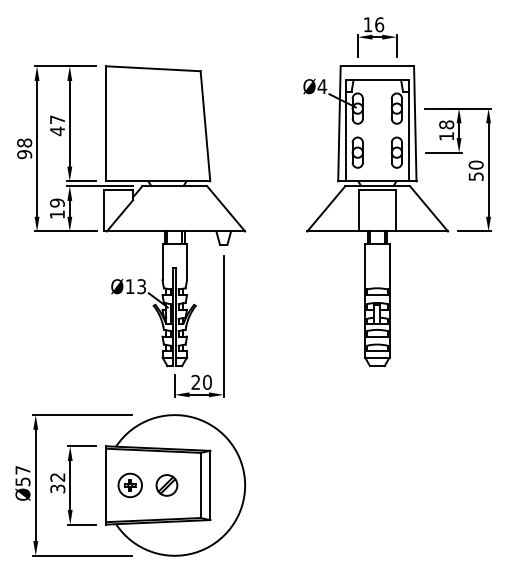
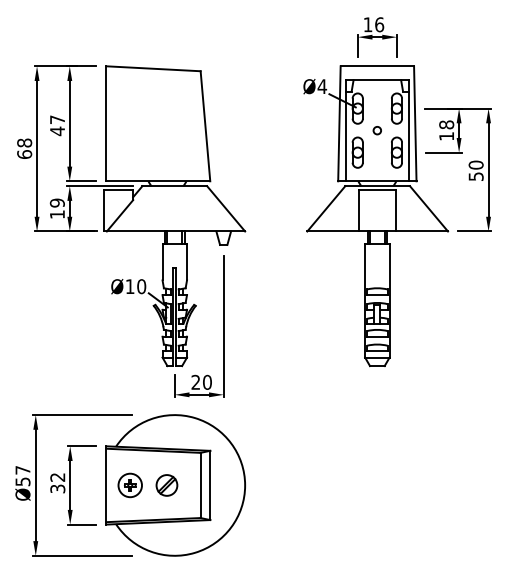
circle at (376, 130): none -> present
text at (24, 154): 98 -> 68
text at (141, 286): Ø13 -> Ø10
